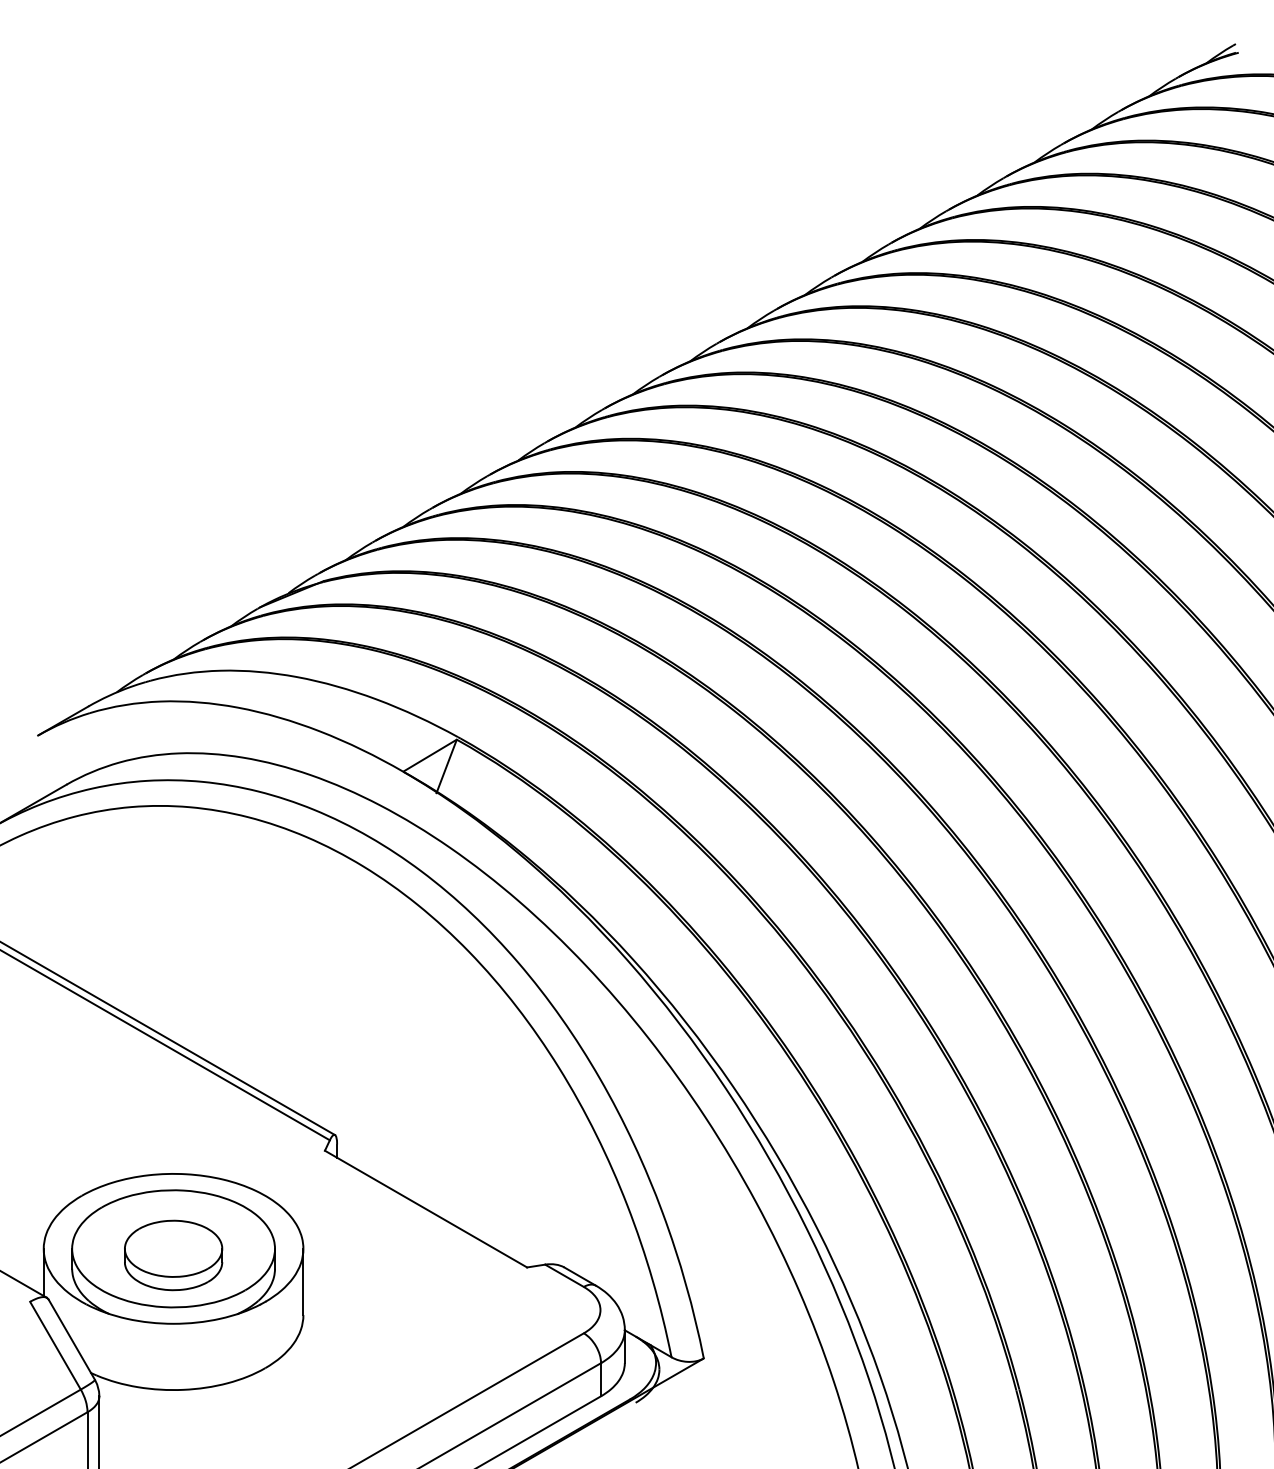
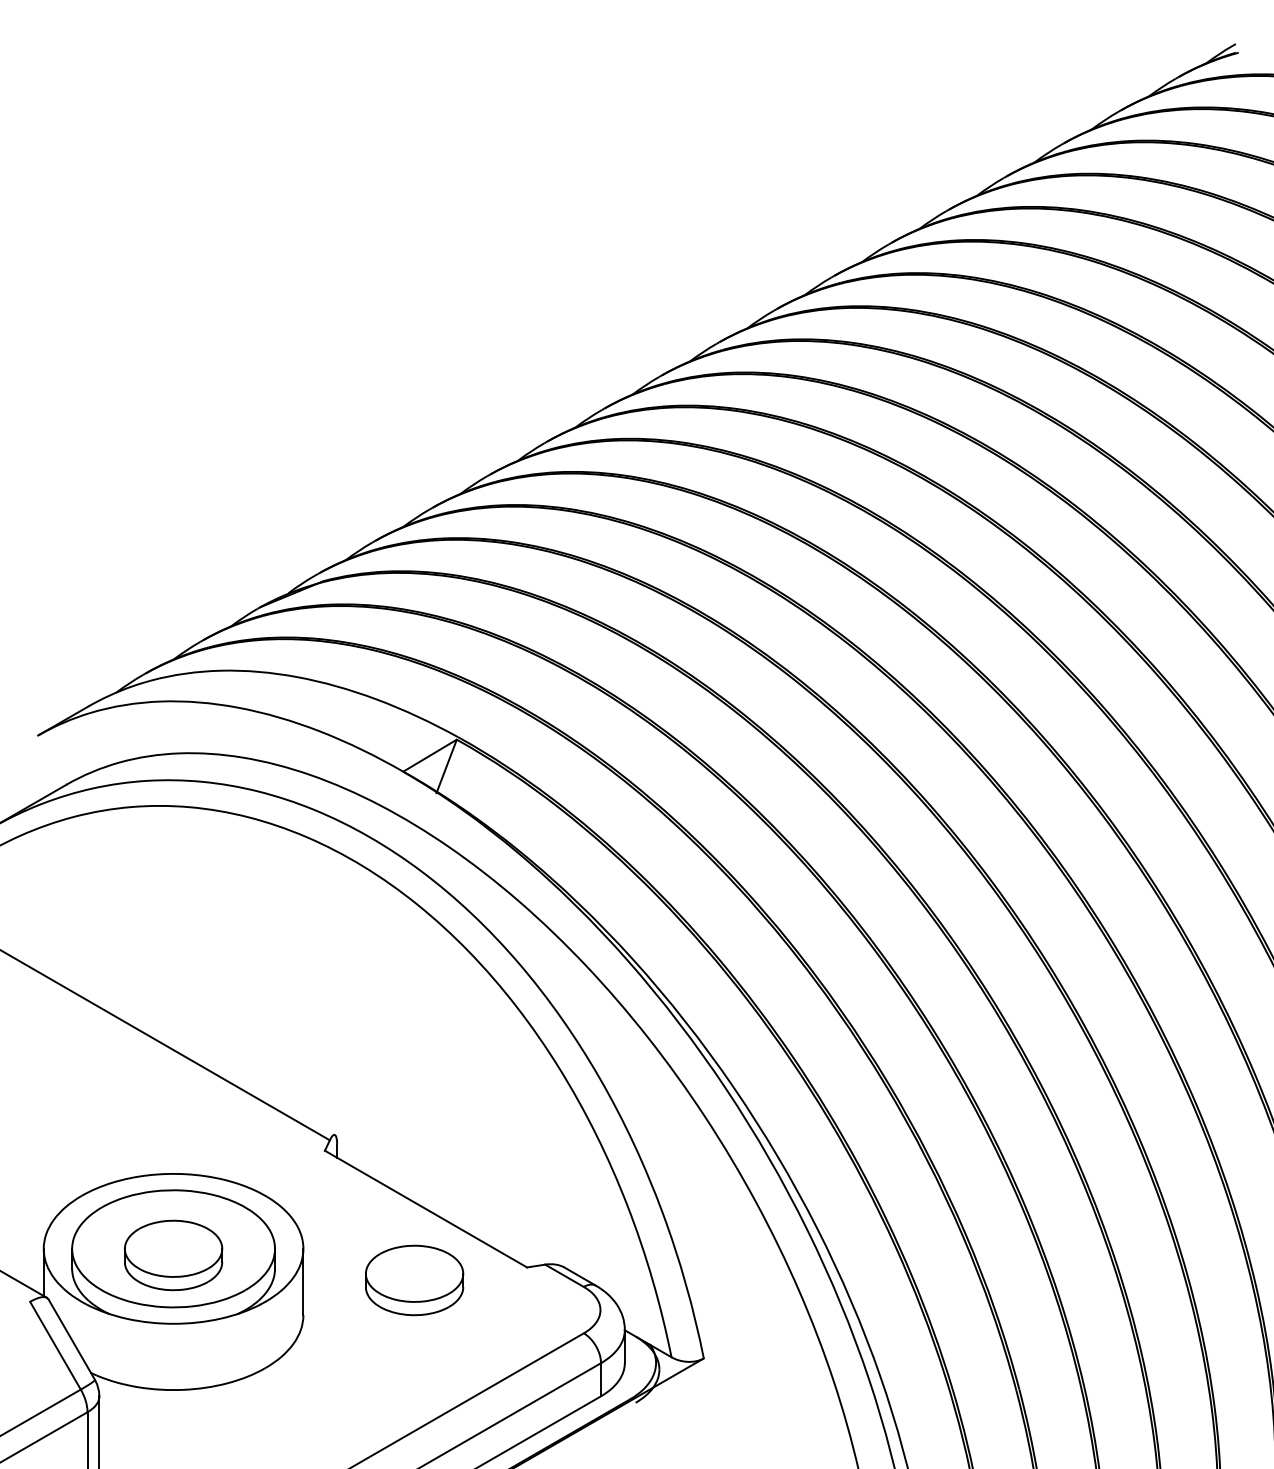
line at (168, 1038): present -> none
part at (414, 1280): none -> present
